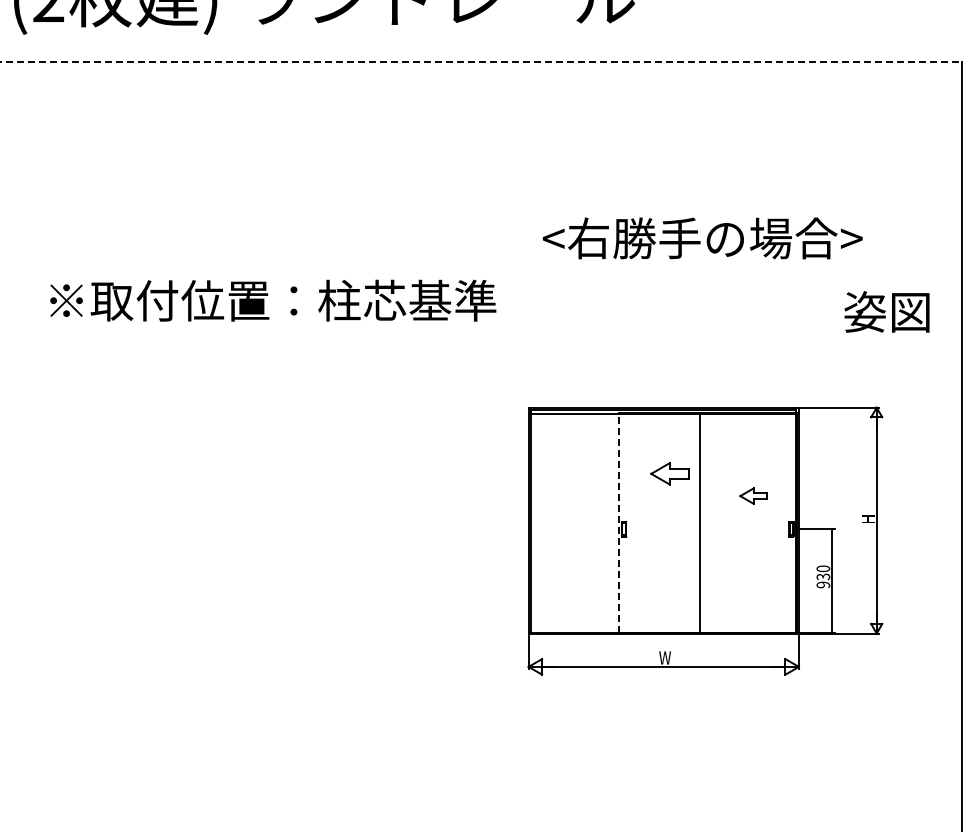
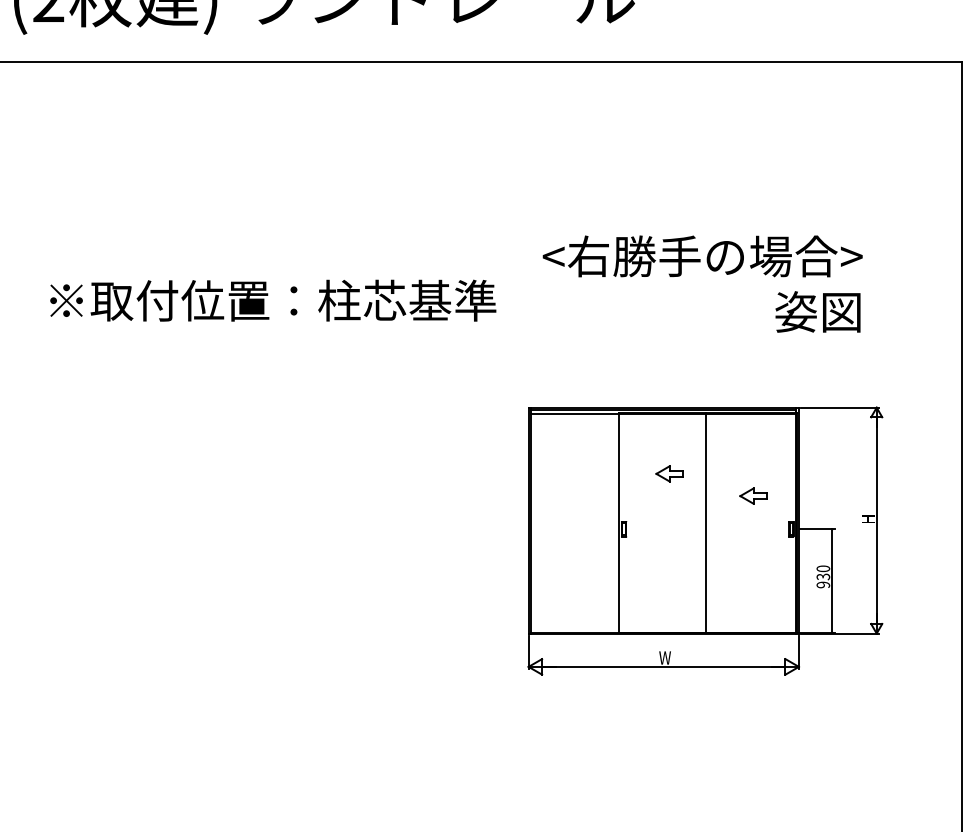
line at (481, 62): dashed -> solid
text at (702, 238) position: (702, 238) -> (702, 256)
text at (886, 311) position: (886, 311) -> (817, 311)
part at (669, 473) size: 40x24 px -> 29x18 px
line at (618, 522): dashed -> solid
line at (700, 522) position: (700, 522) -> (706, 522)
